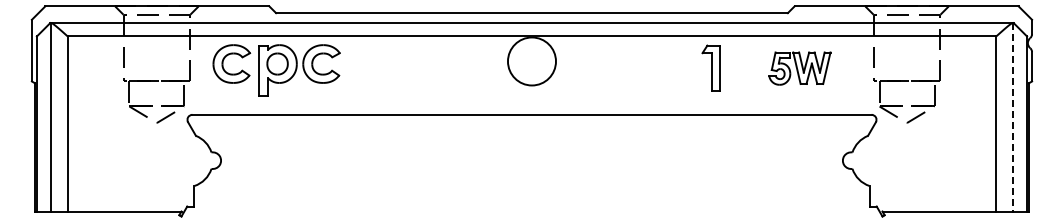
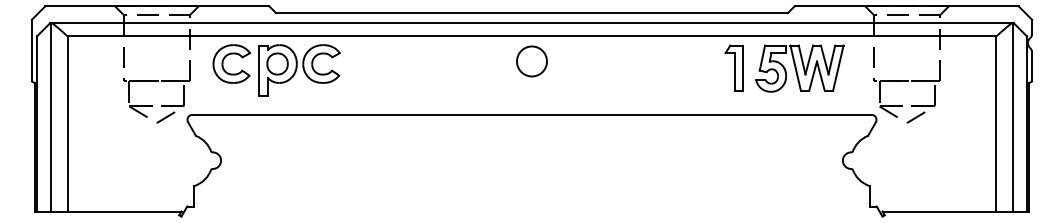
circle at (531, 61) diameter: 48 px -> 30 px
part at (710, 67) position: (710, 67) -> (733, 67)
part at (799, 68) size: 64x35 px -> 90x49 px
line at (1012, 117): dashed -> solid
